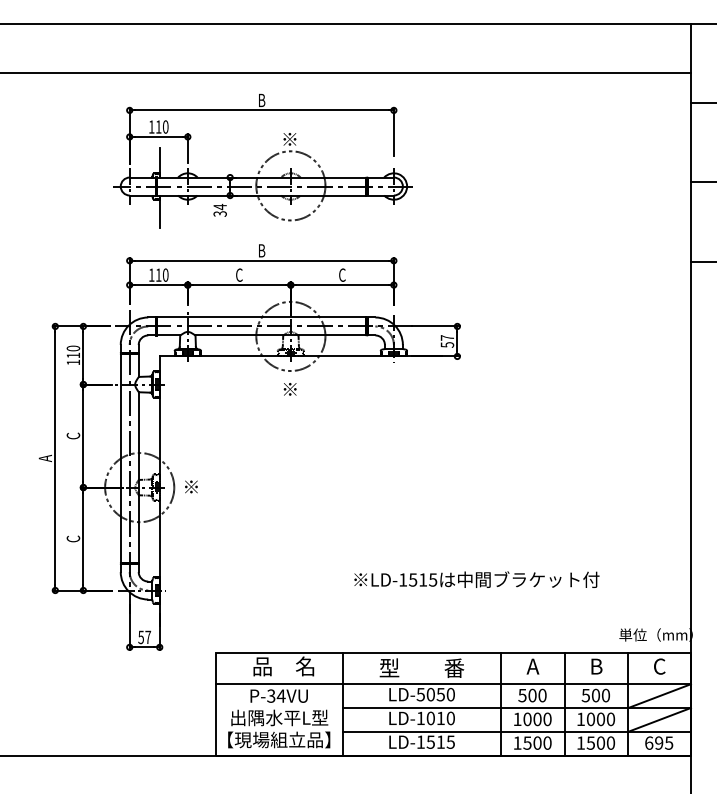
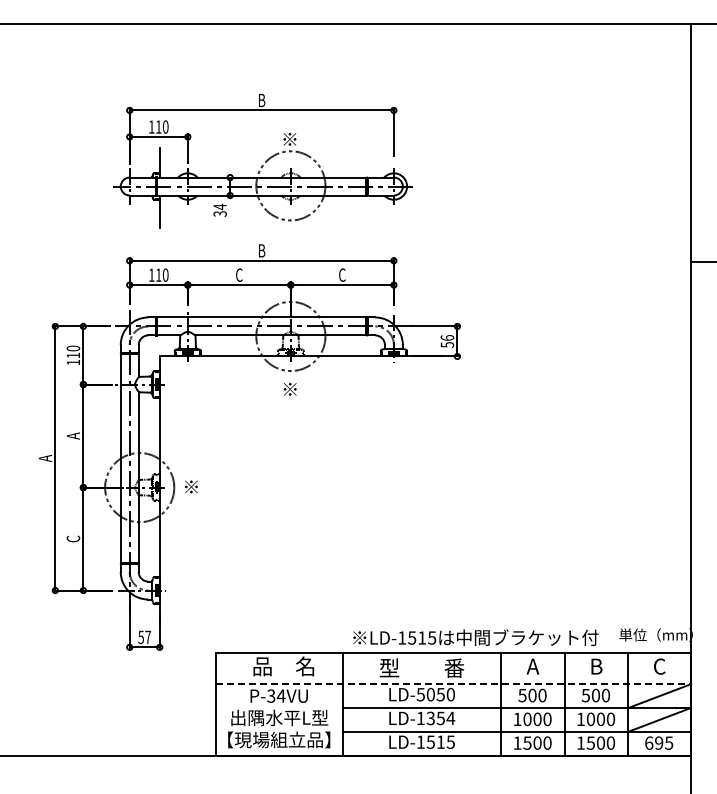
line at (346, 72): present -> none
line at (701, 103): present -> none
line at (701, 182): present -> none
text at (447, 337): 57 -> 56
text at (73, 435): C -> A
text at (476, 579) position: (476, 579) -> (475, 637)
line at (453, 684): solid -> dashed
text at (440, 718): LD-1010 -> LD-1354
